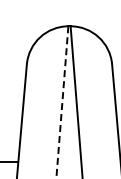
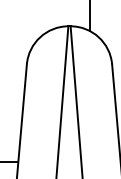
line at (90, 16): none -> present
line at (62, 102): dashed -> solid
